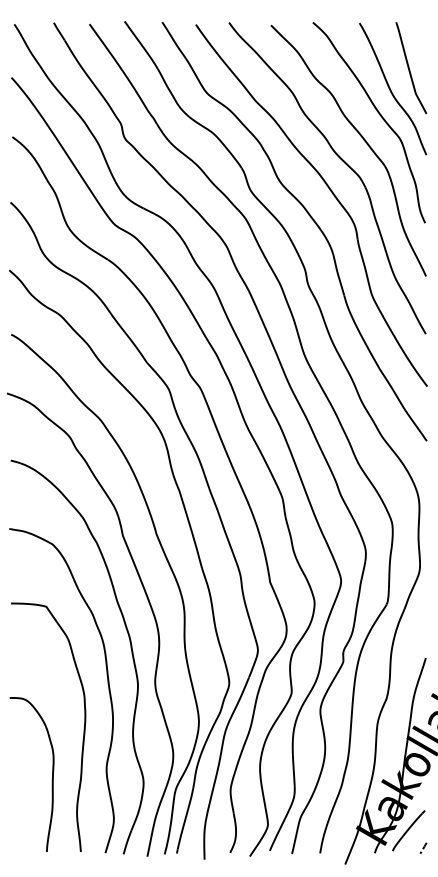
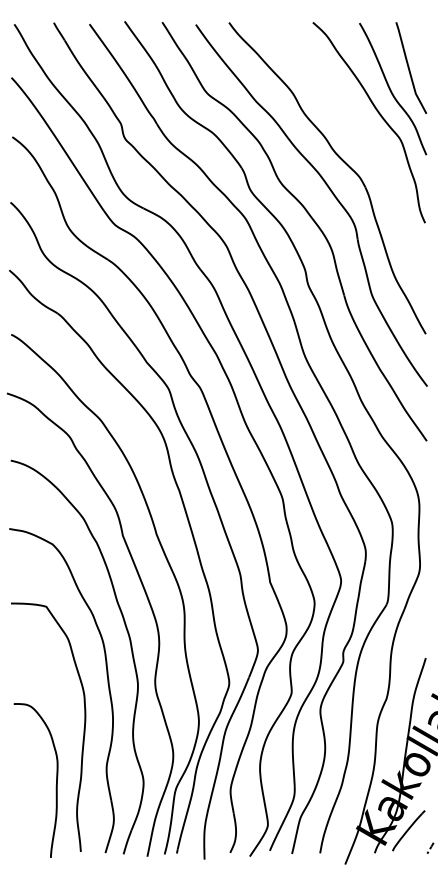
curve at (363, 140): present -> none
curve at (51, 780) position: (51, 780) -> (55, 786)
line at (423, 847) position: (423, 847) -> (430, 847)
